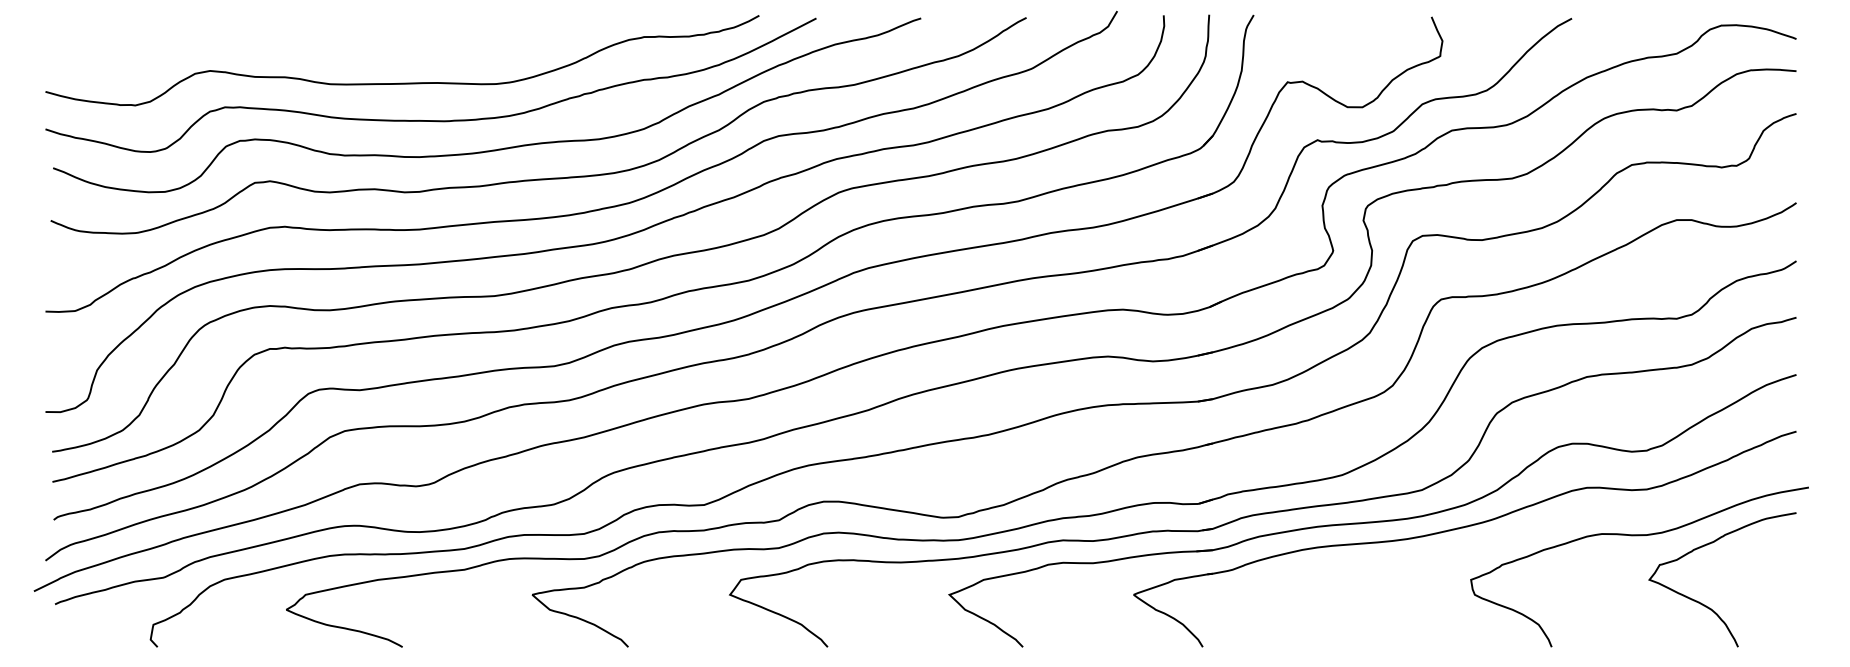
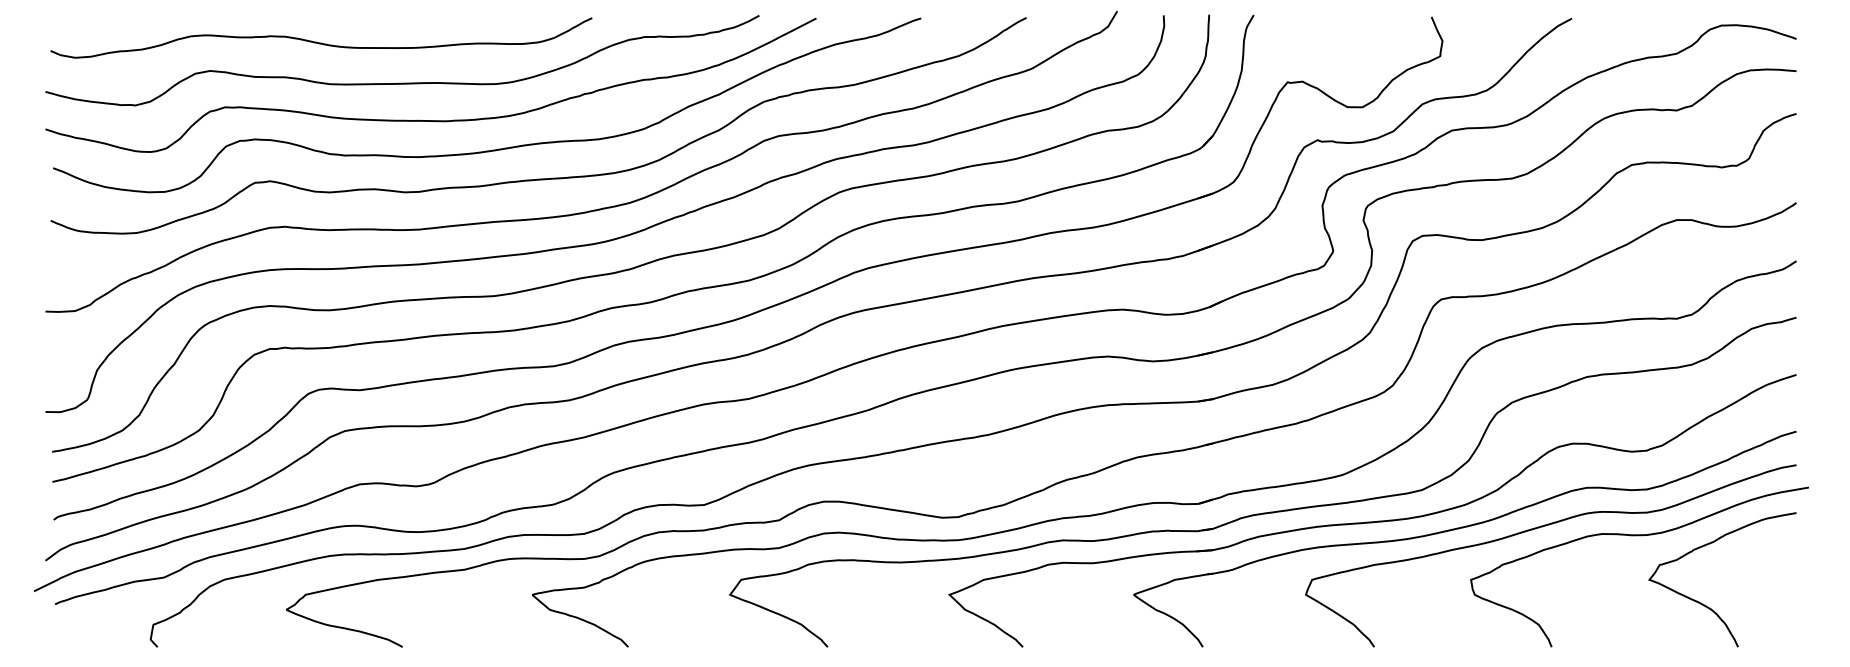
curve at (321, 42): none -> present
curve at (1542, 527): none -> present
